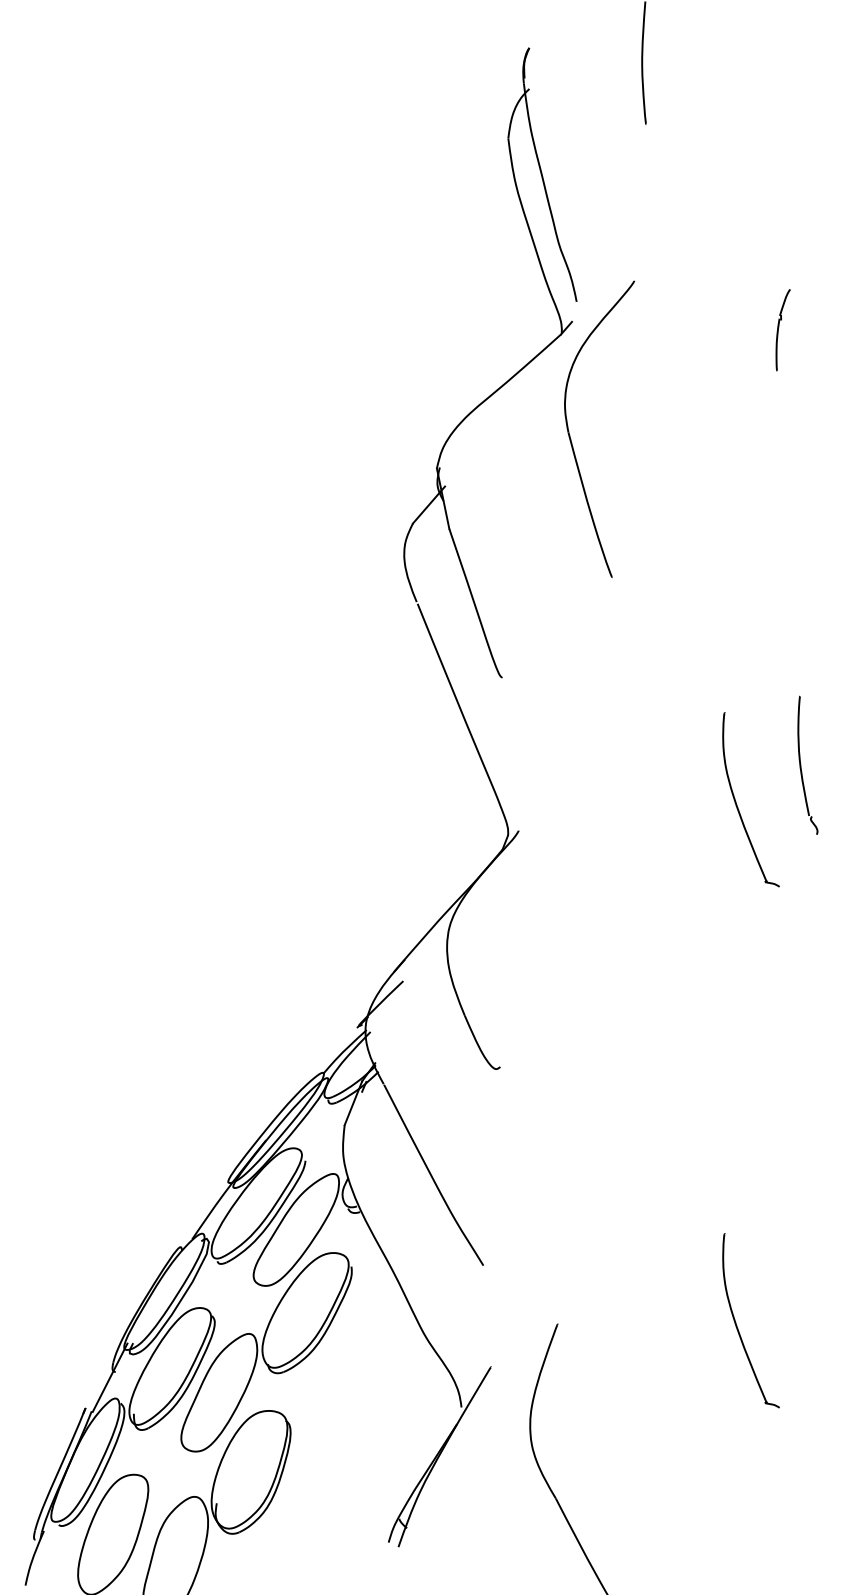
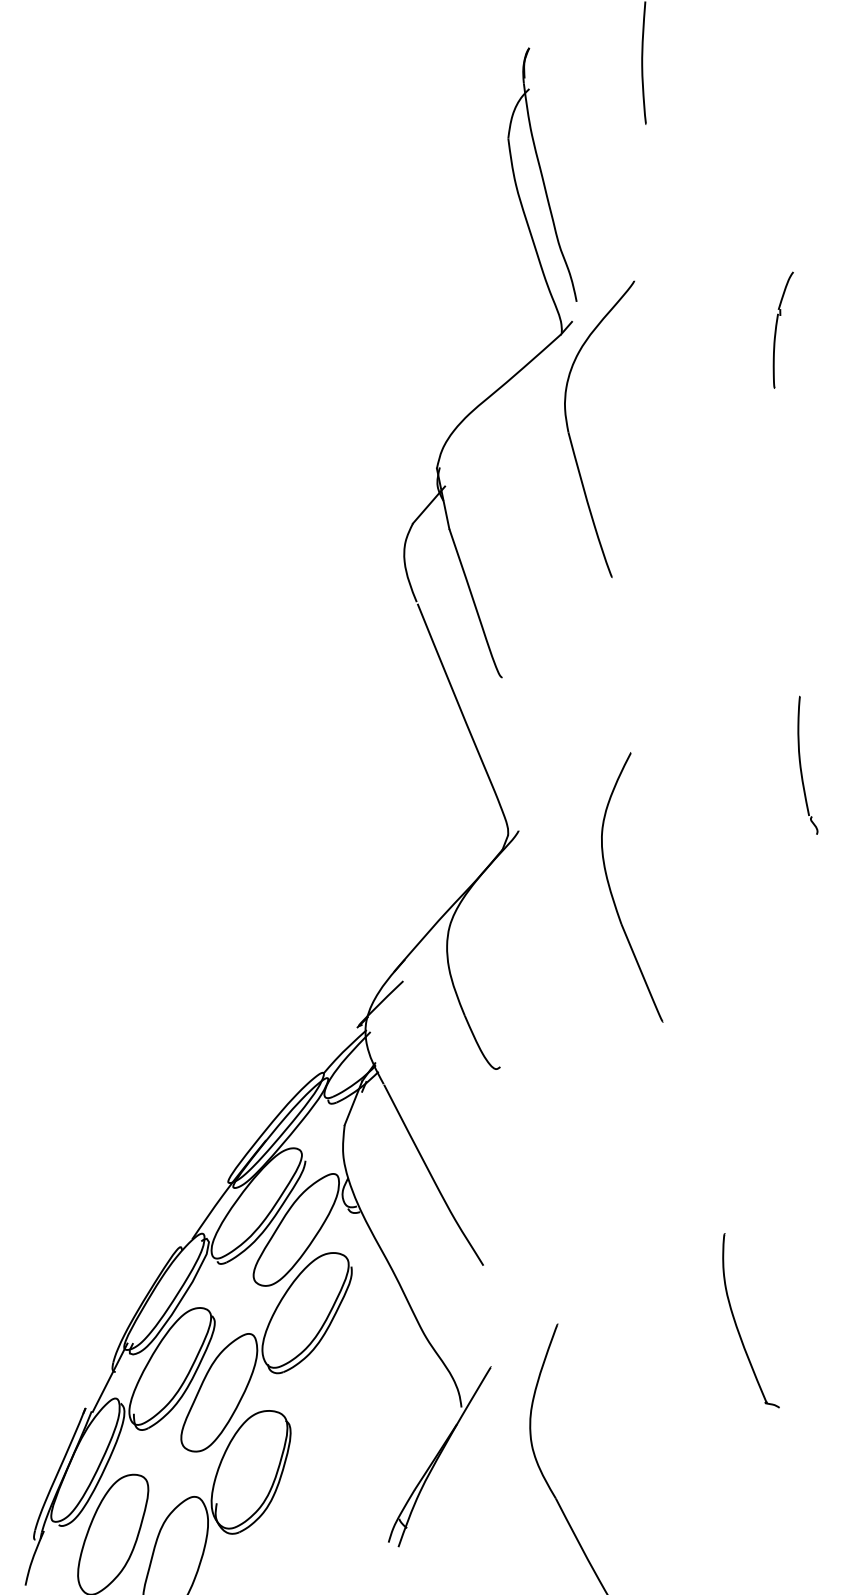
part at (782, 330) size: 16x83 px -> 22x118 px
part at (737, 804): present -> none
part at (612, 893): none -> present
